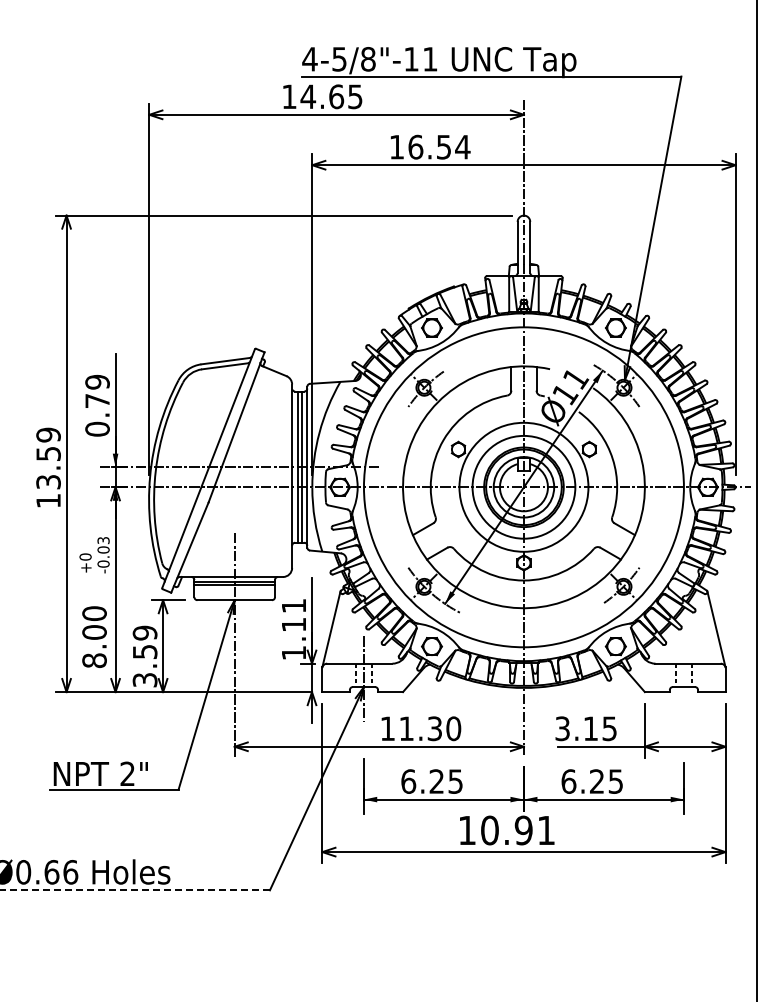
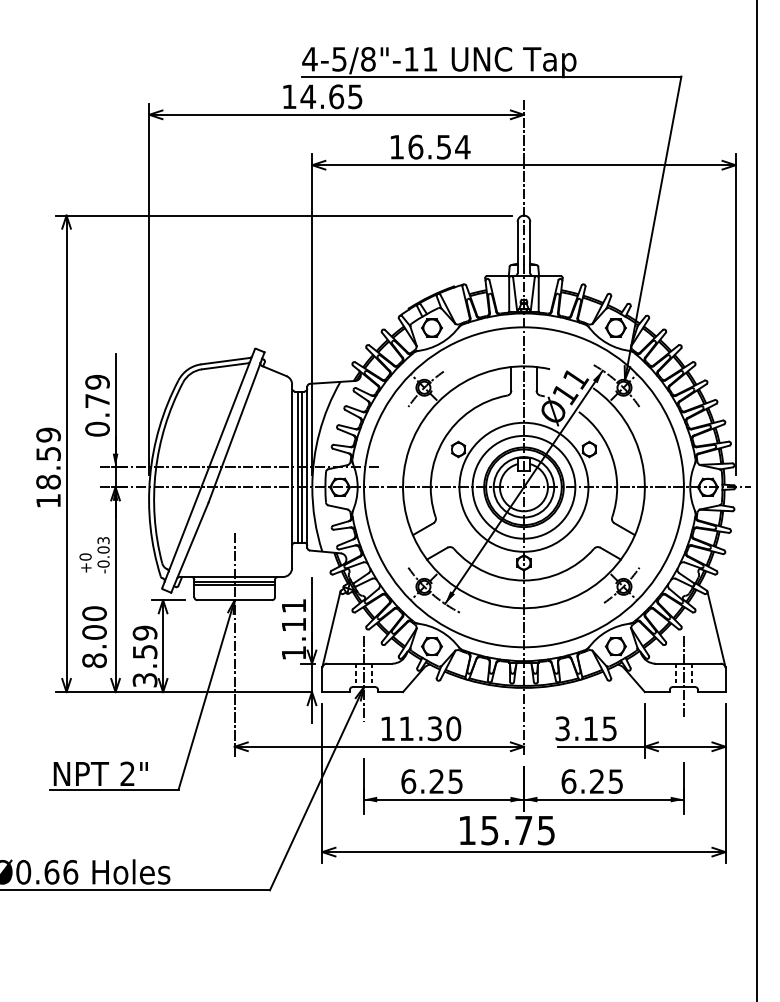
text at (48, 481): 13.59 -> 18.59
line at (683, 676): none -> present
text at (517, 830): 10.91 -> 15.75
line at (135, 890): dashed -> solid
